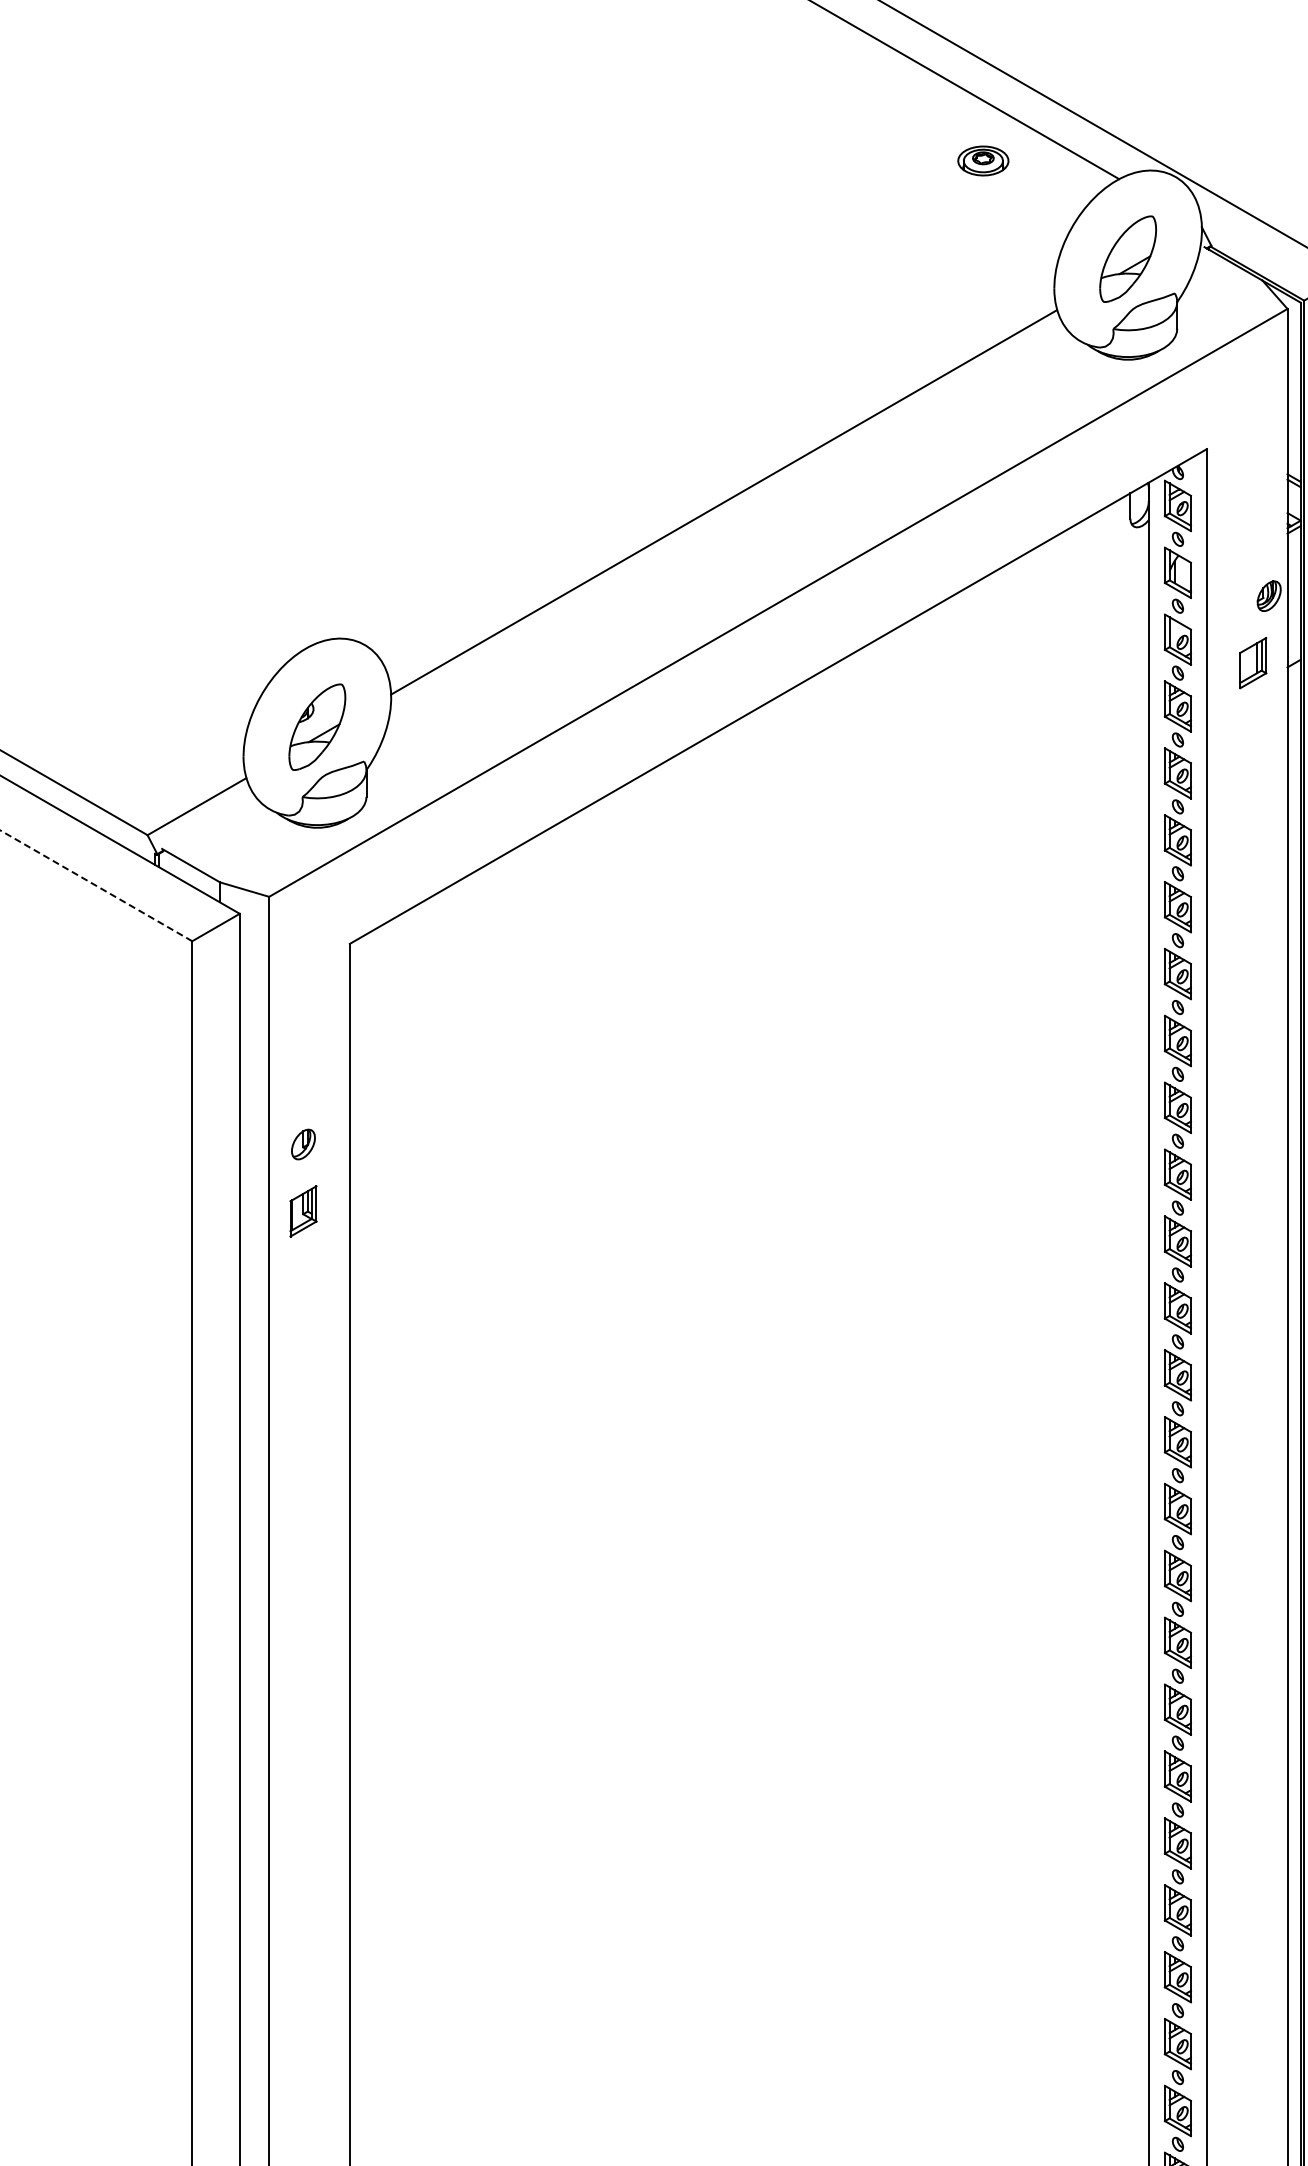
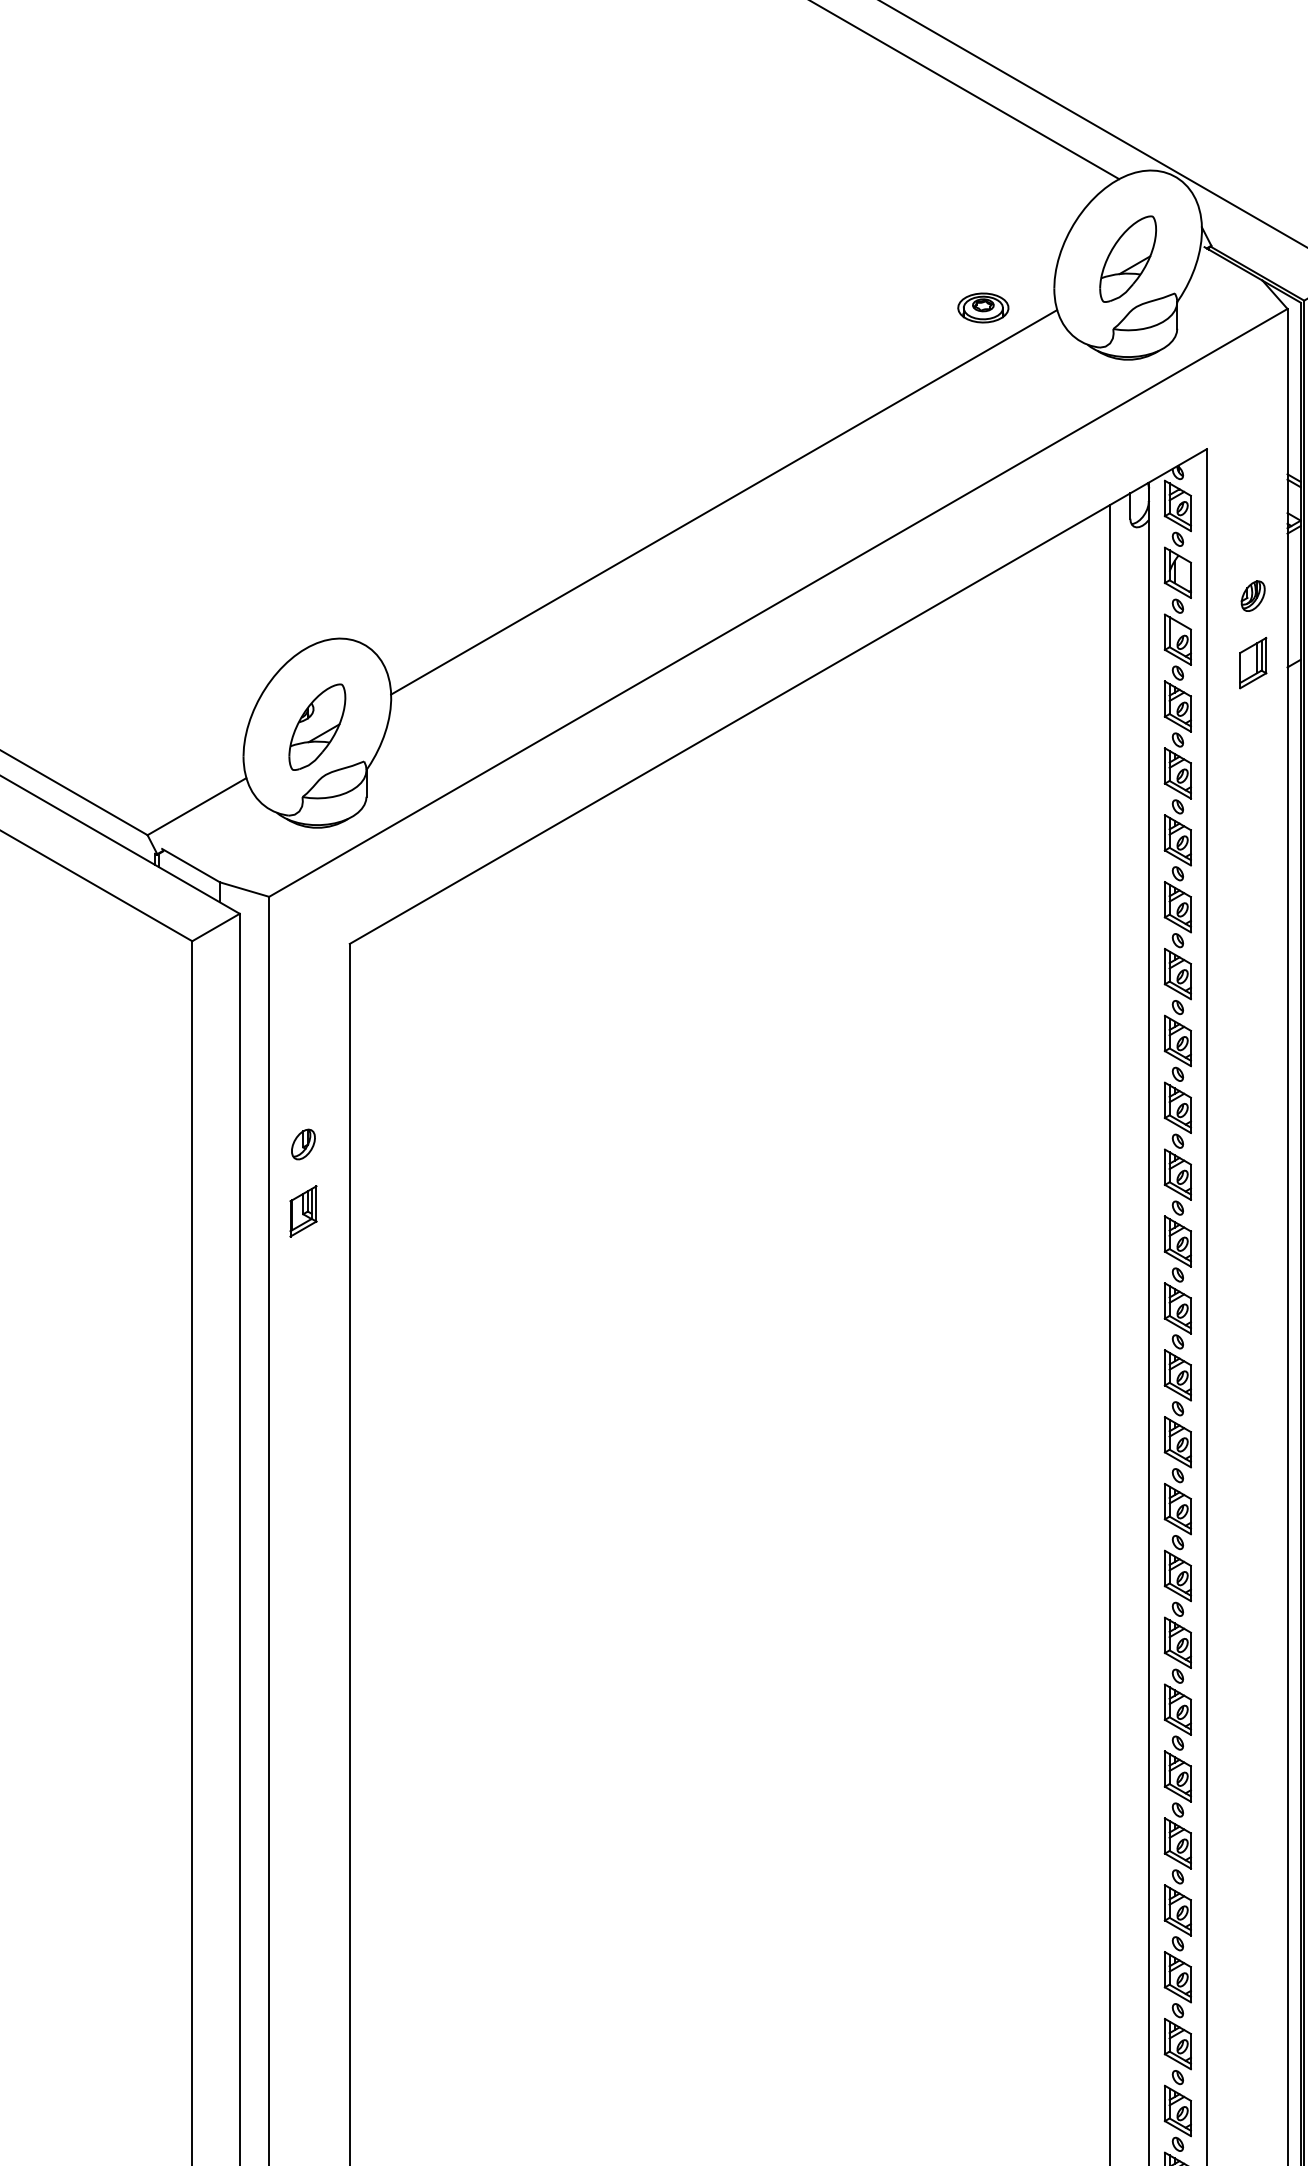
part at (983, 160) position: (983, 160) -> (983, 307)
part at (1268, 595) position: (1268, 595) -> (1252, 595)
line at (96, 885): dashed -> solid
line at (1110, 1333): none -> present
